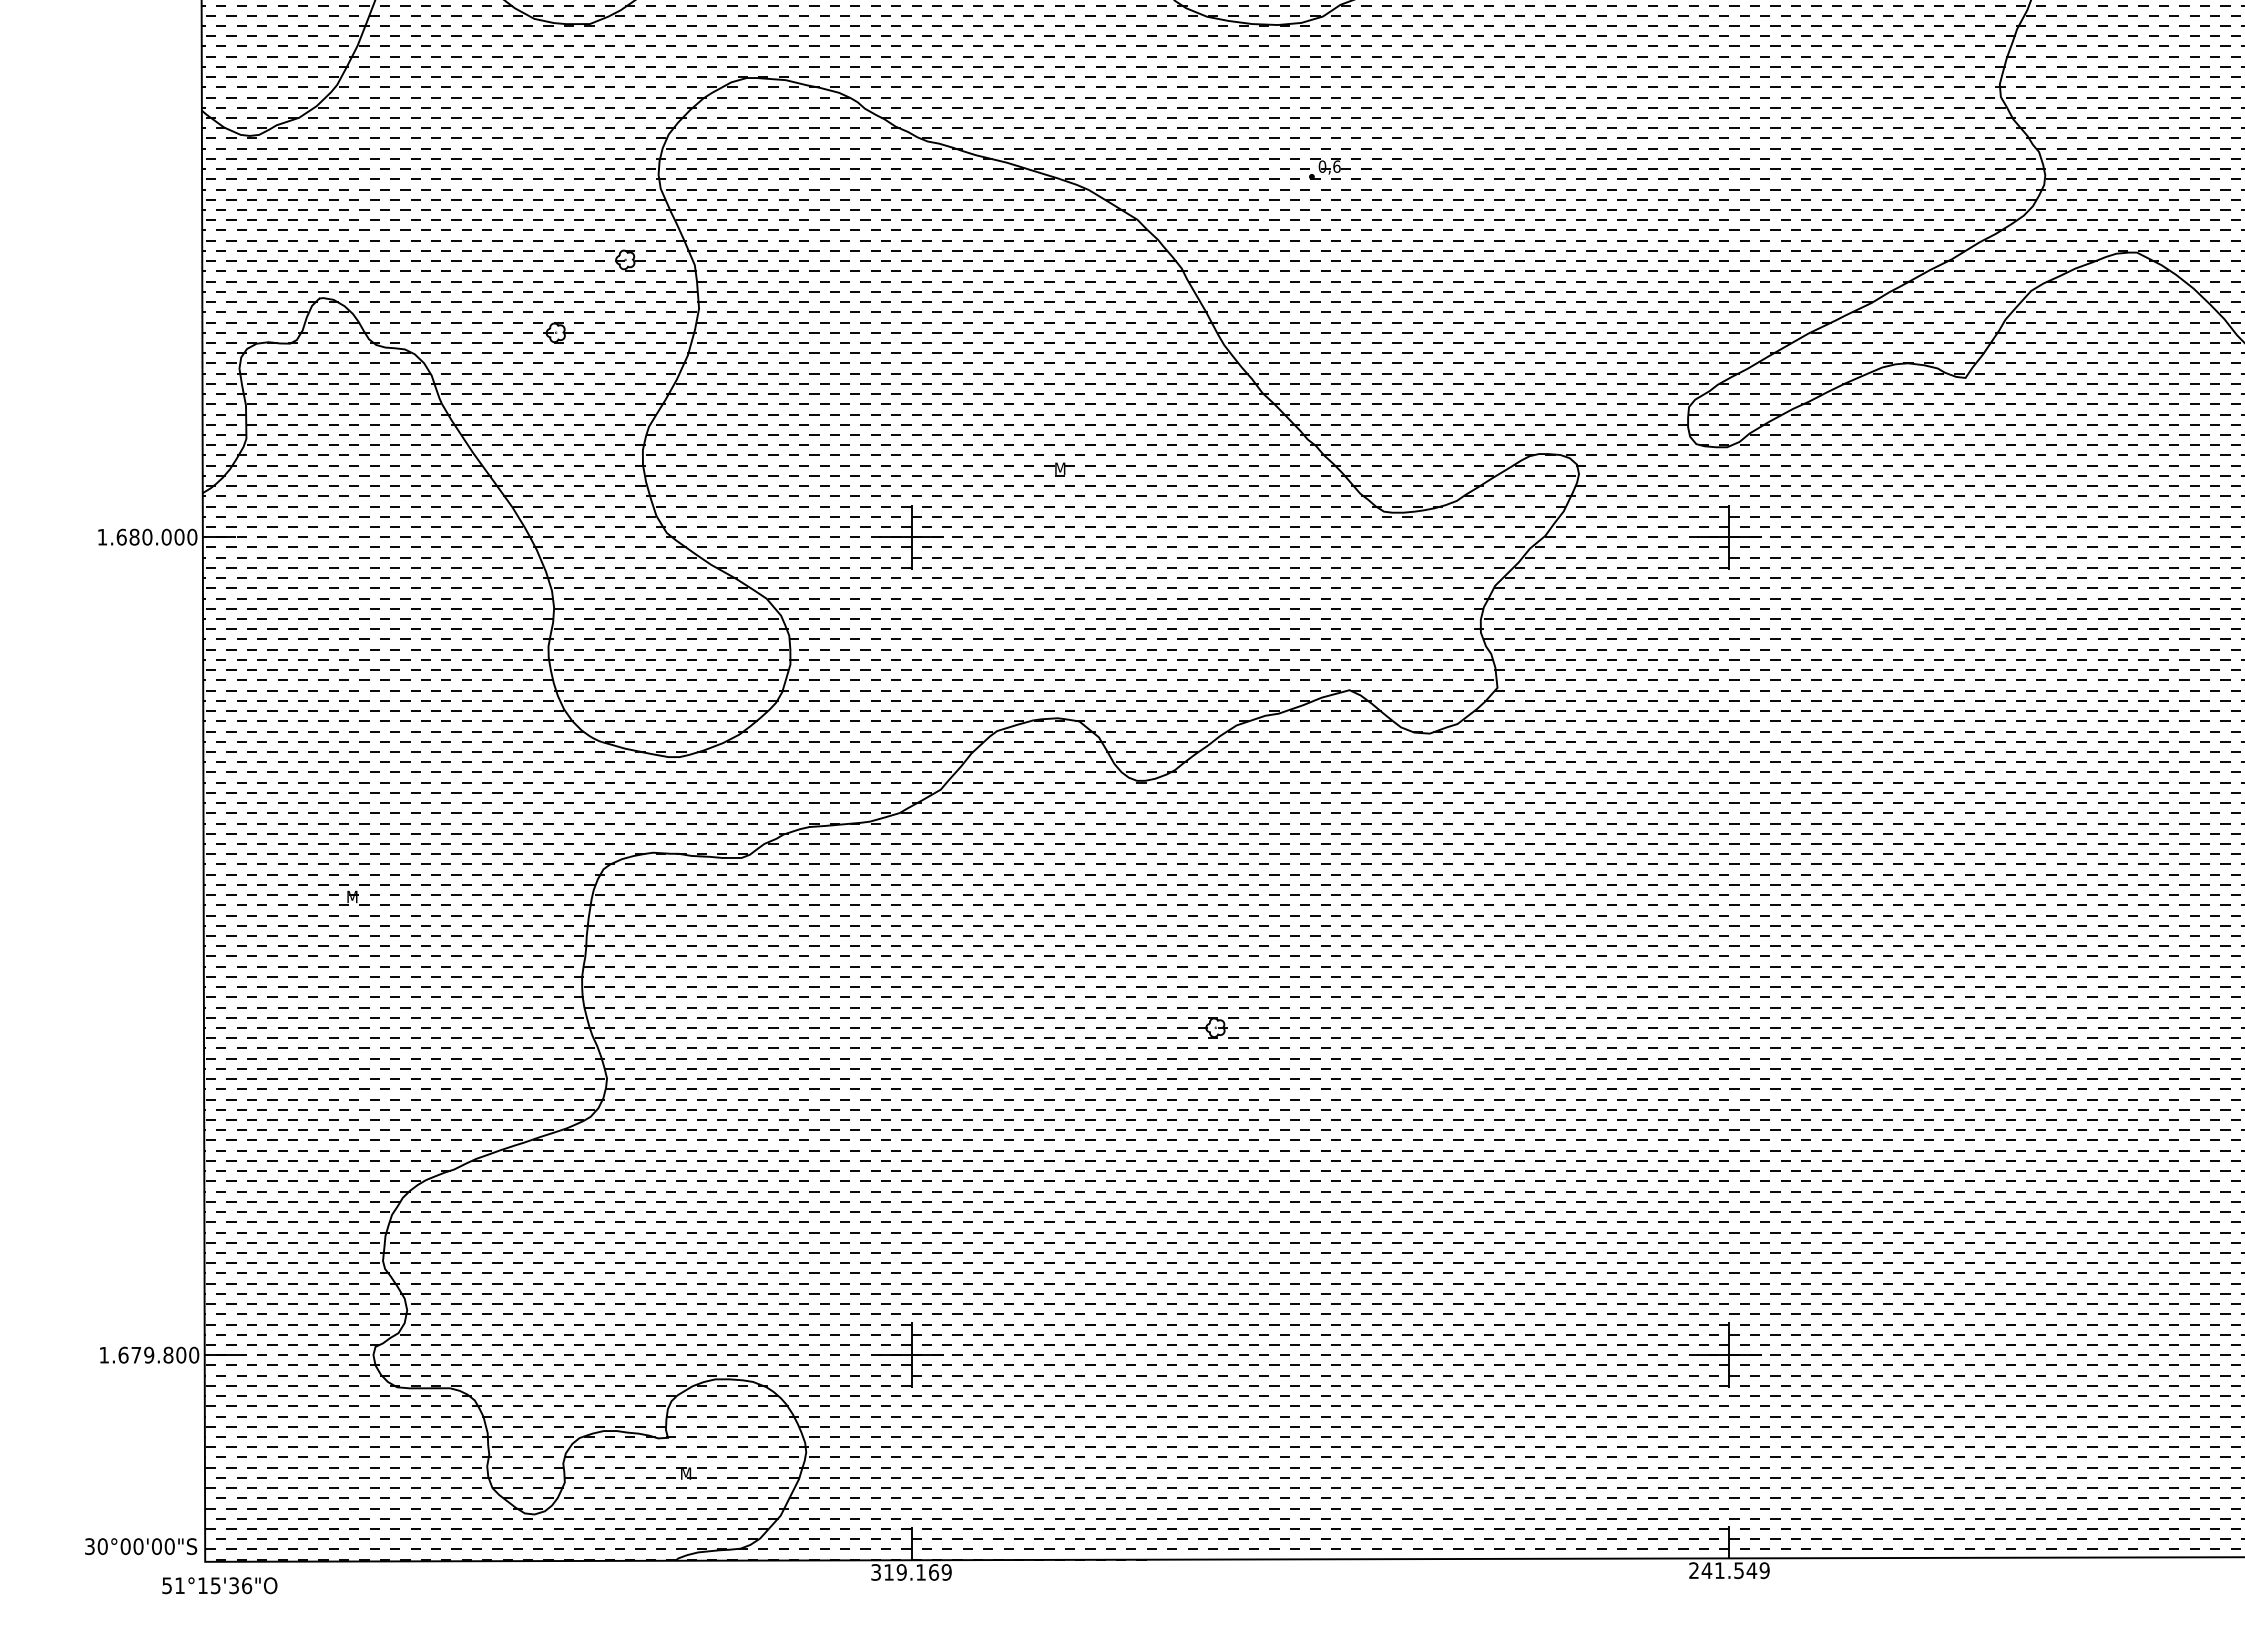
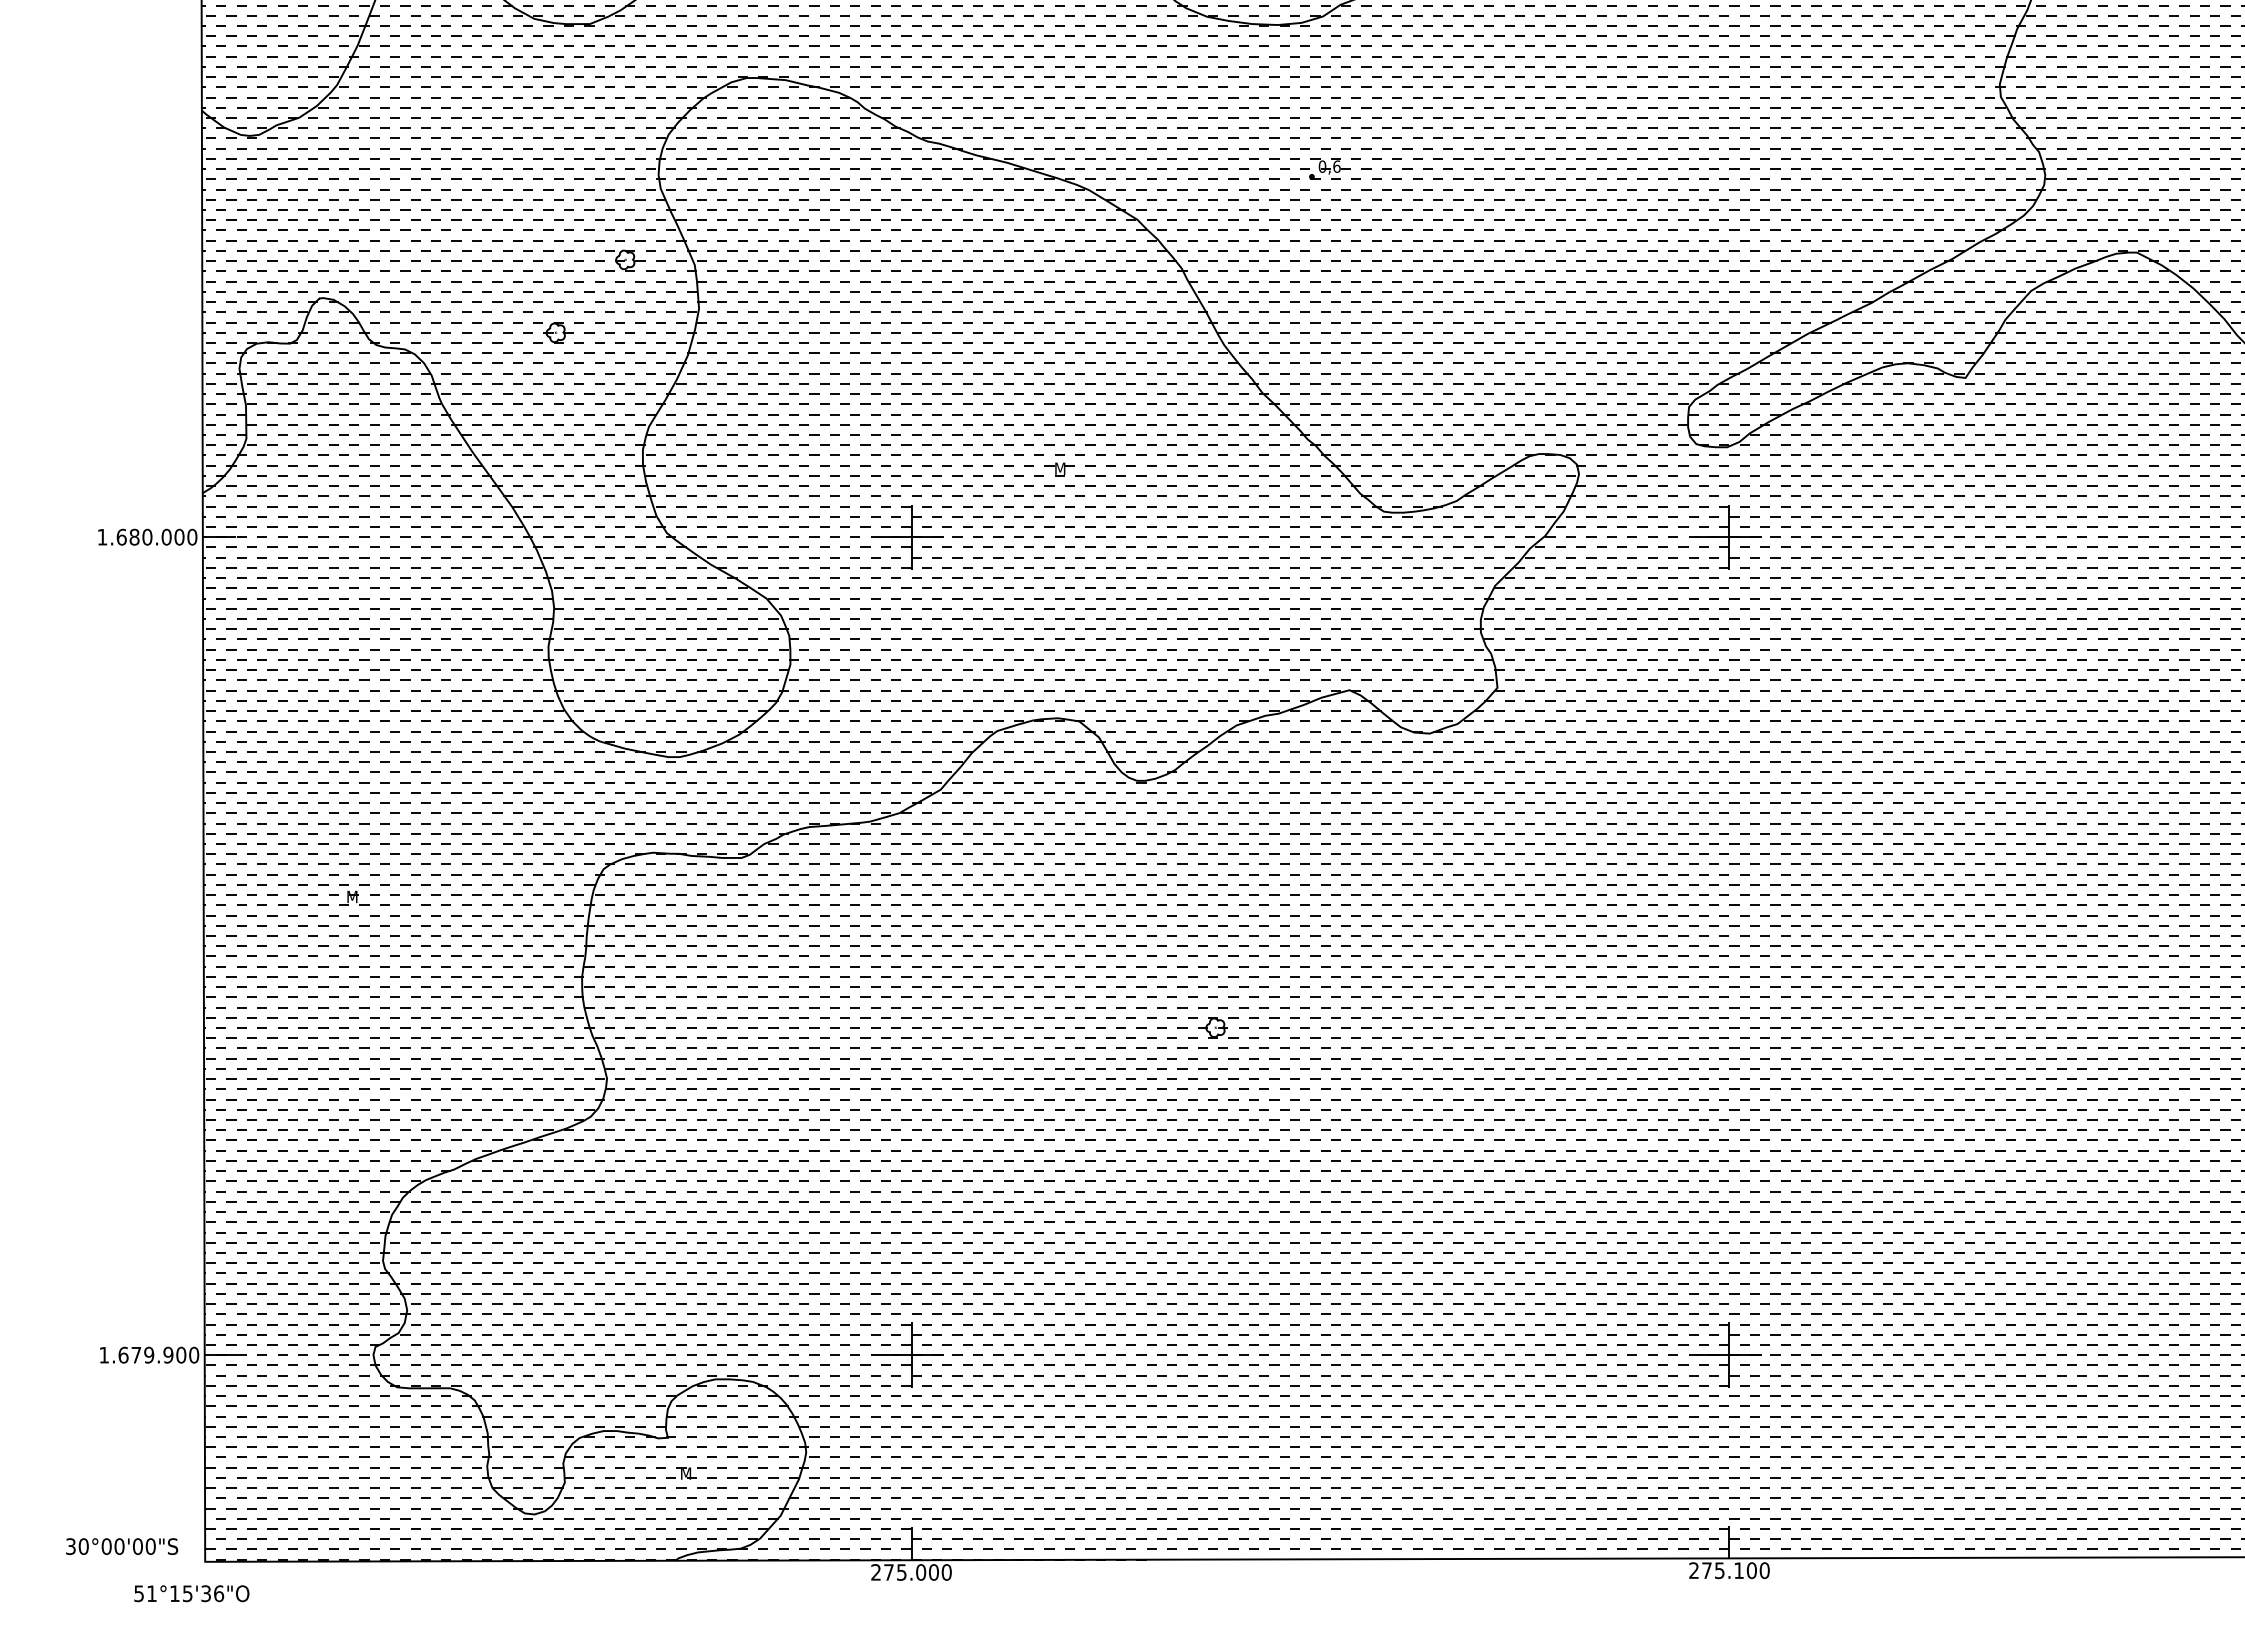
text at (168, 1355): 1.679.800 -> 1.679.900
text at (141, 1546) position: (141, 1546) -> (122, 1546)
text at (1735, 1570): 241.549 -> 275.100
text at (911, 1572): 319.169 -> 275.000
text at (219, 1585) position: (219, 1585) -> (191, 1593)
